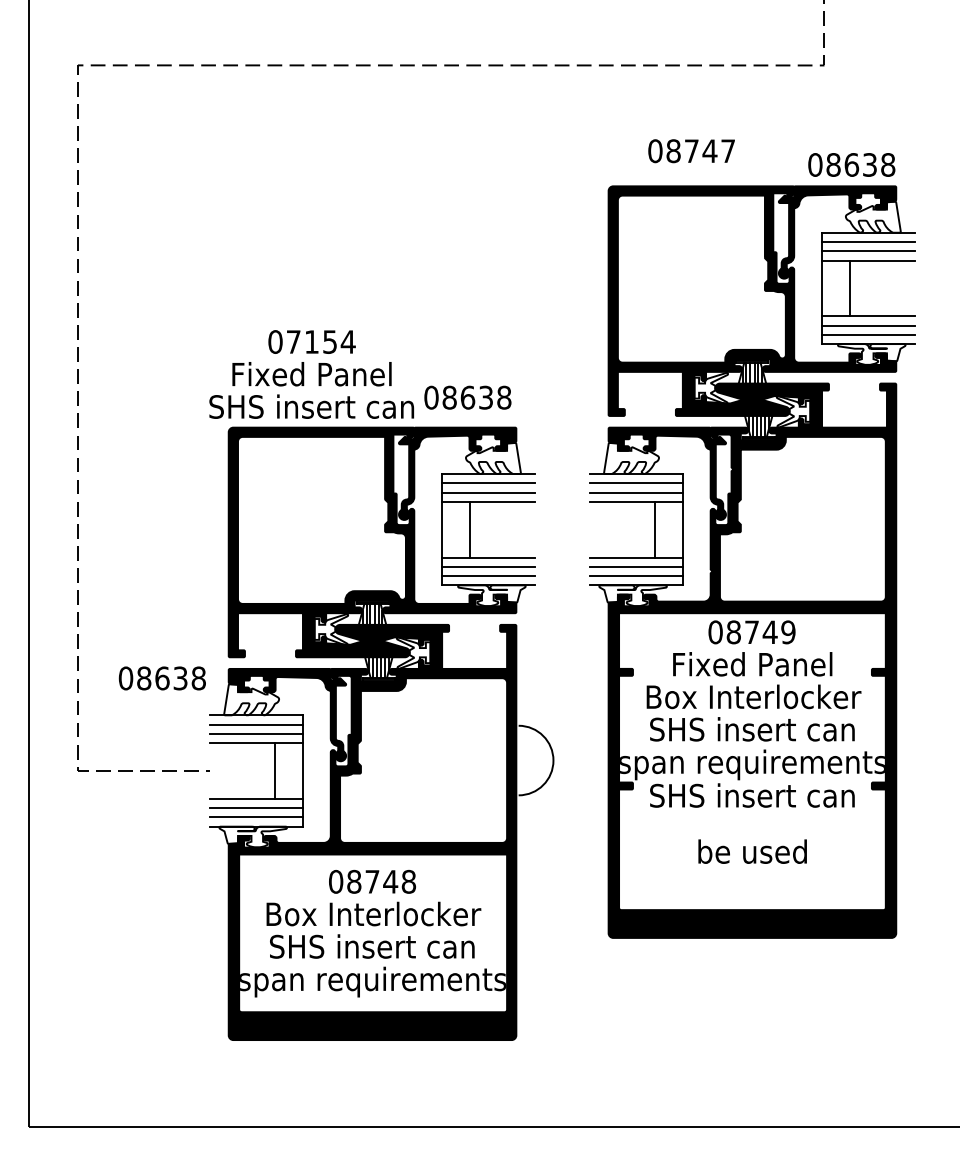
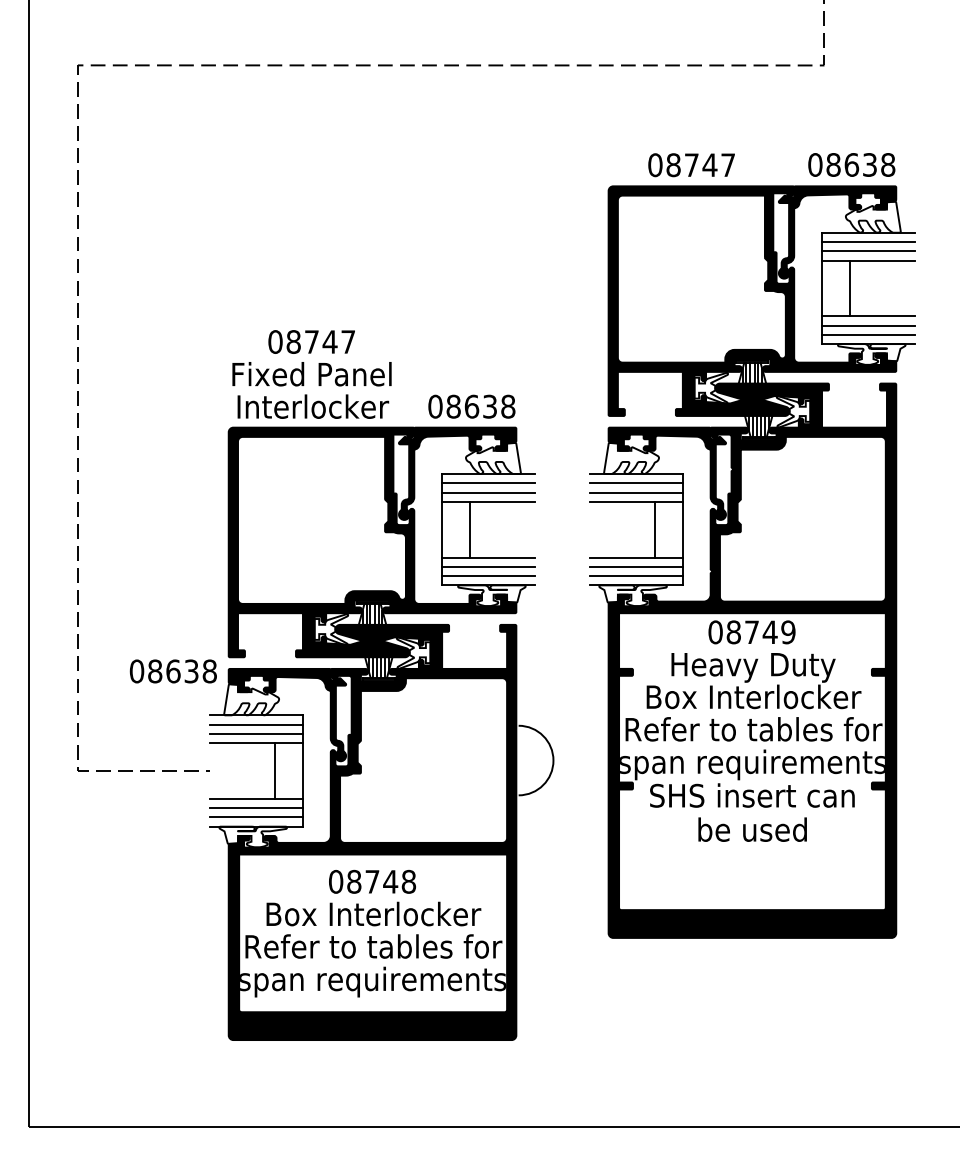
text at (691, 151) position: (691, 151) -> (691, 165)
text at (320, 341): 07154 -> 08747
text at (467, 397) position: (467, 397) -> (471, 406)
text at (311, 406): SHS insert can -> Interlocker
text at (753, 667): Fixed Panel -> Heavy Duty
text at (161, 678) position: (161, 678) -> (172, 671)
text at (753, 729): SHS insert can -> Refer to tables for
text at (752, 851) position: (752, 851) -> (752, 829)
text at (373, 946): SHS insert can -> Refer to tables for
